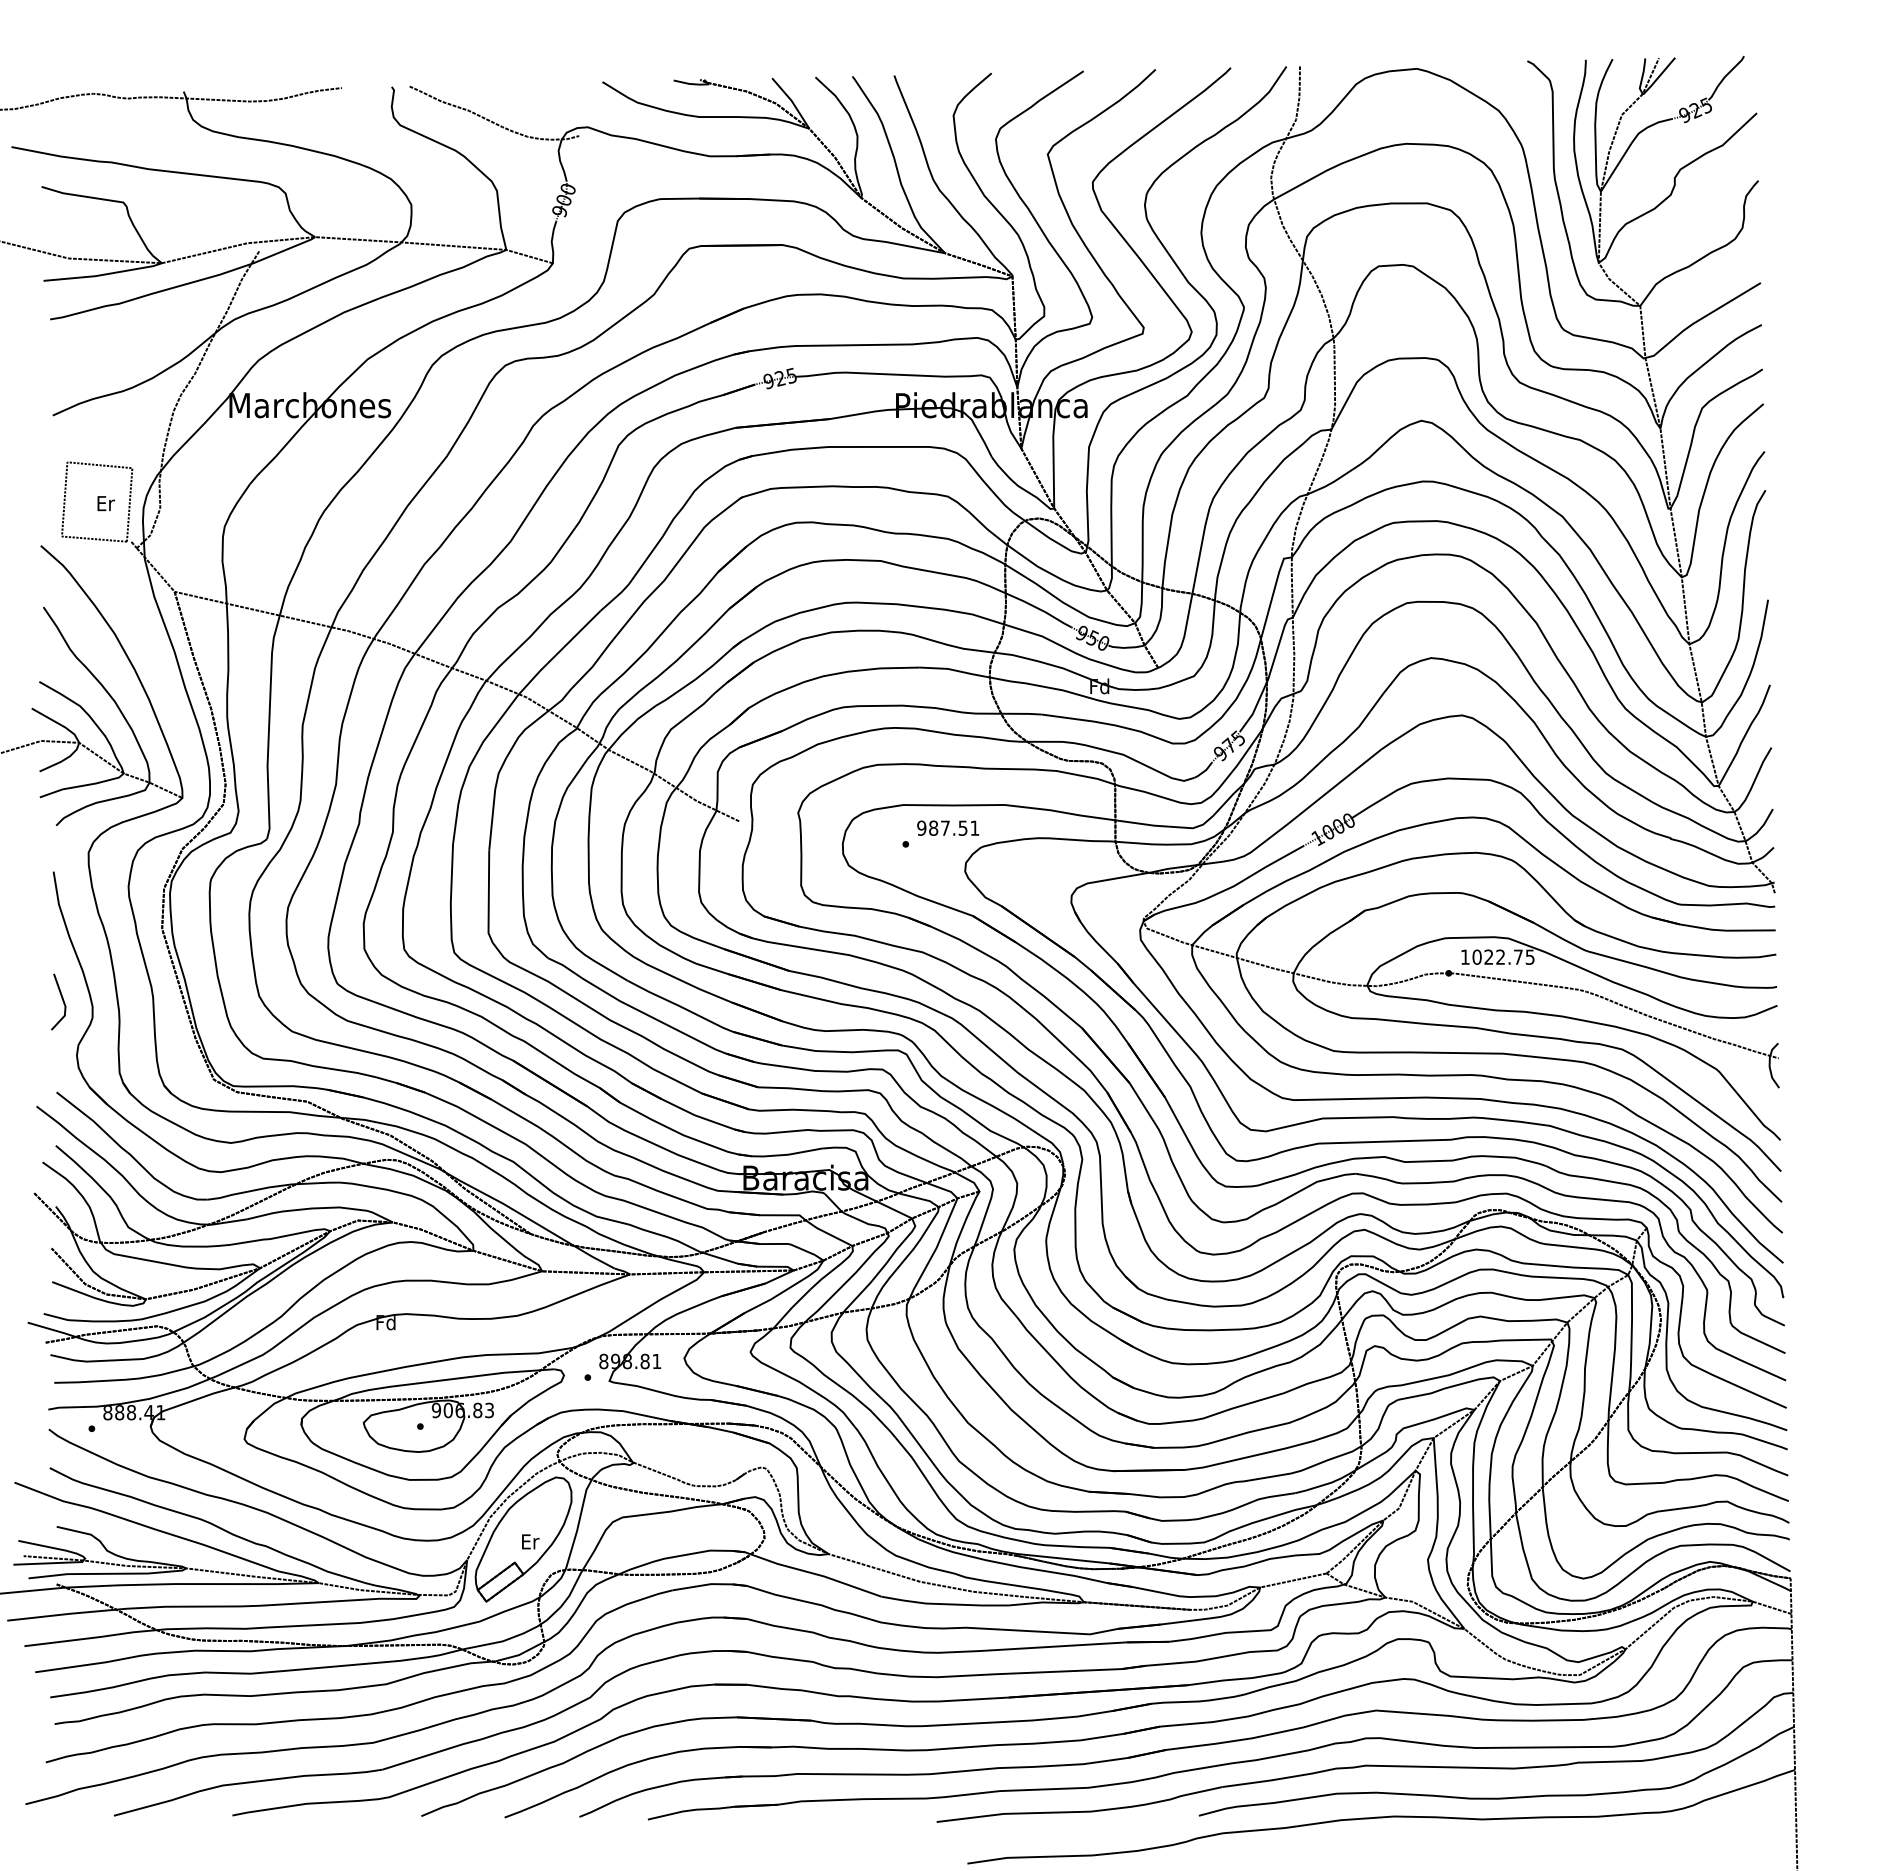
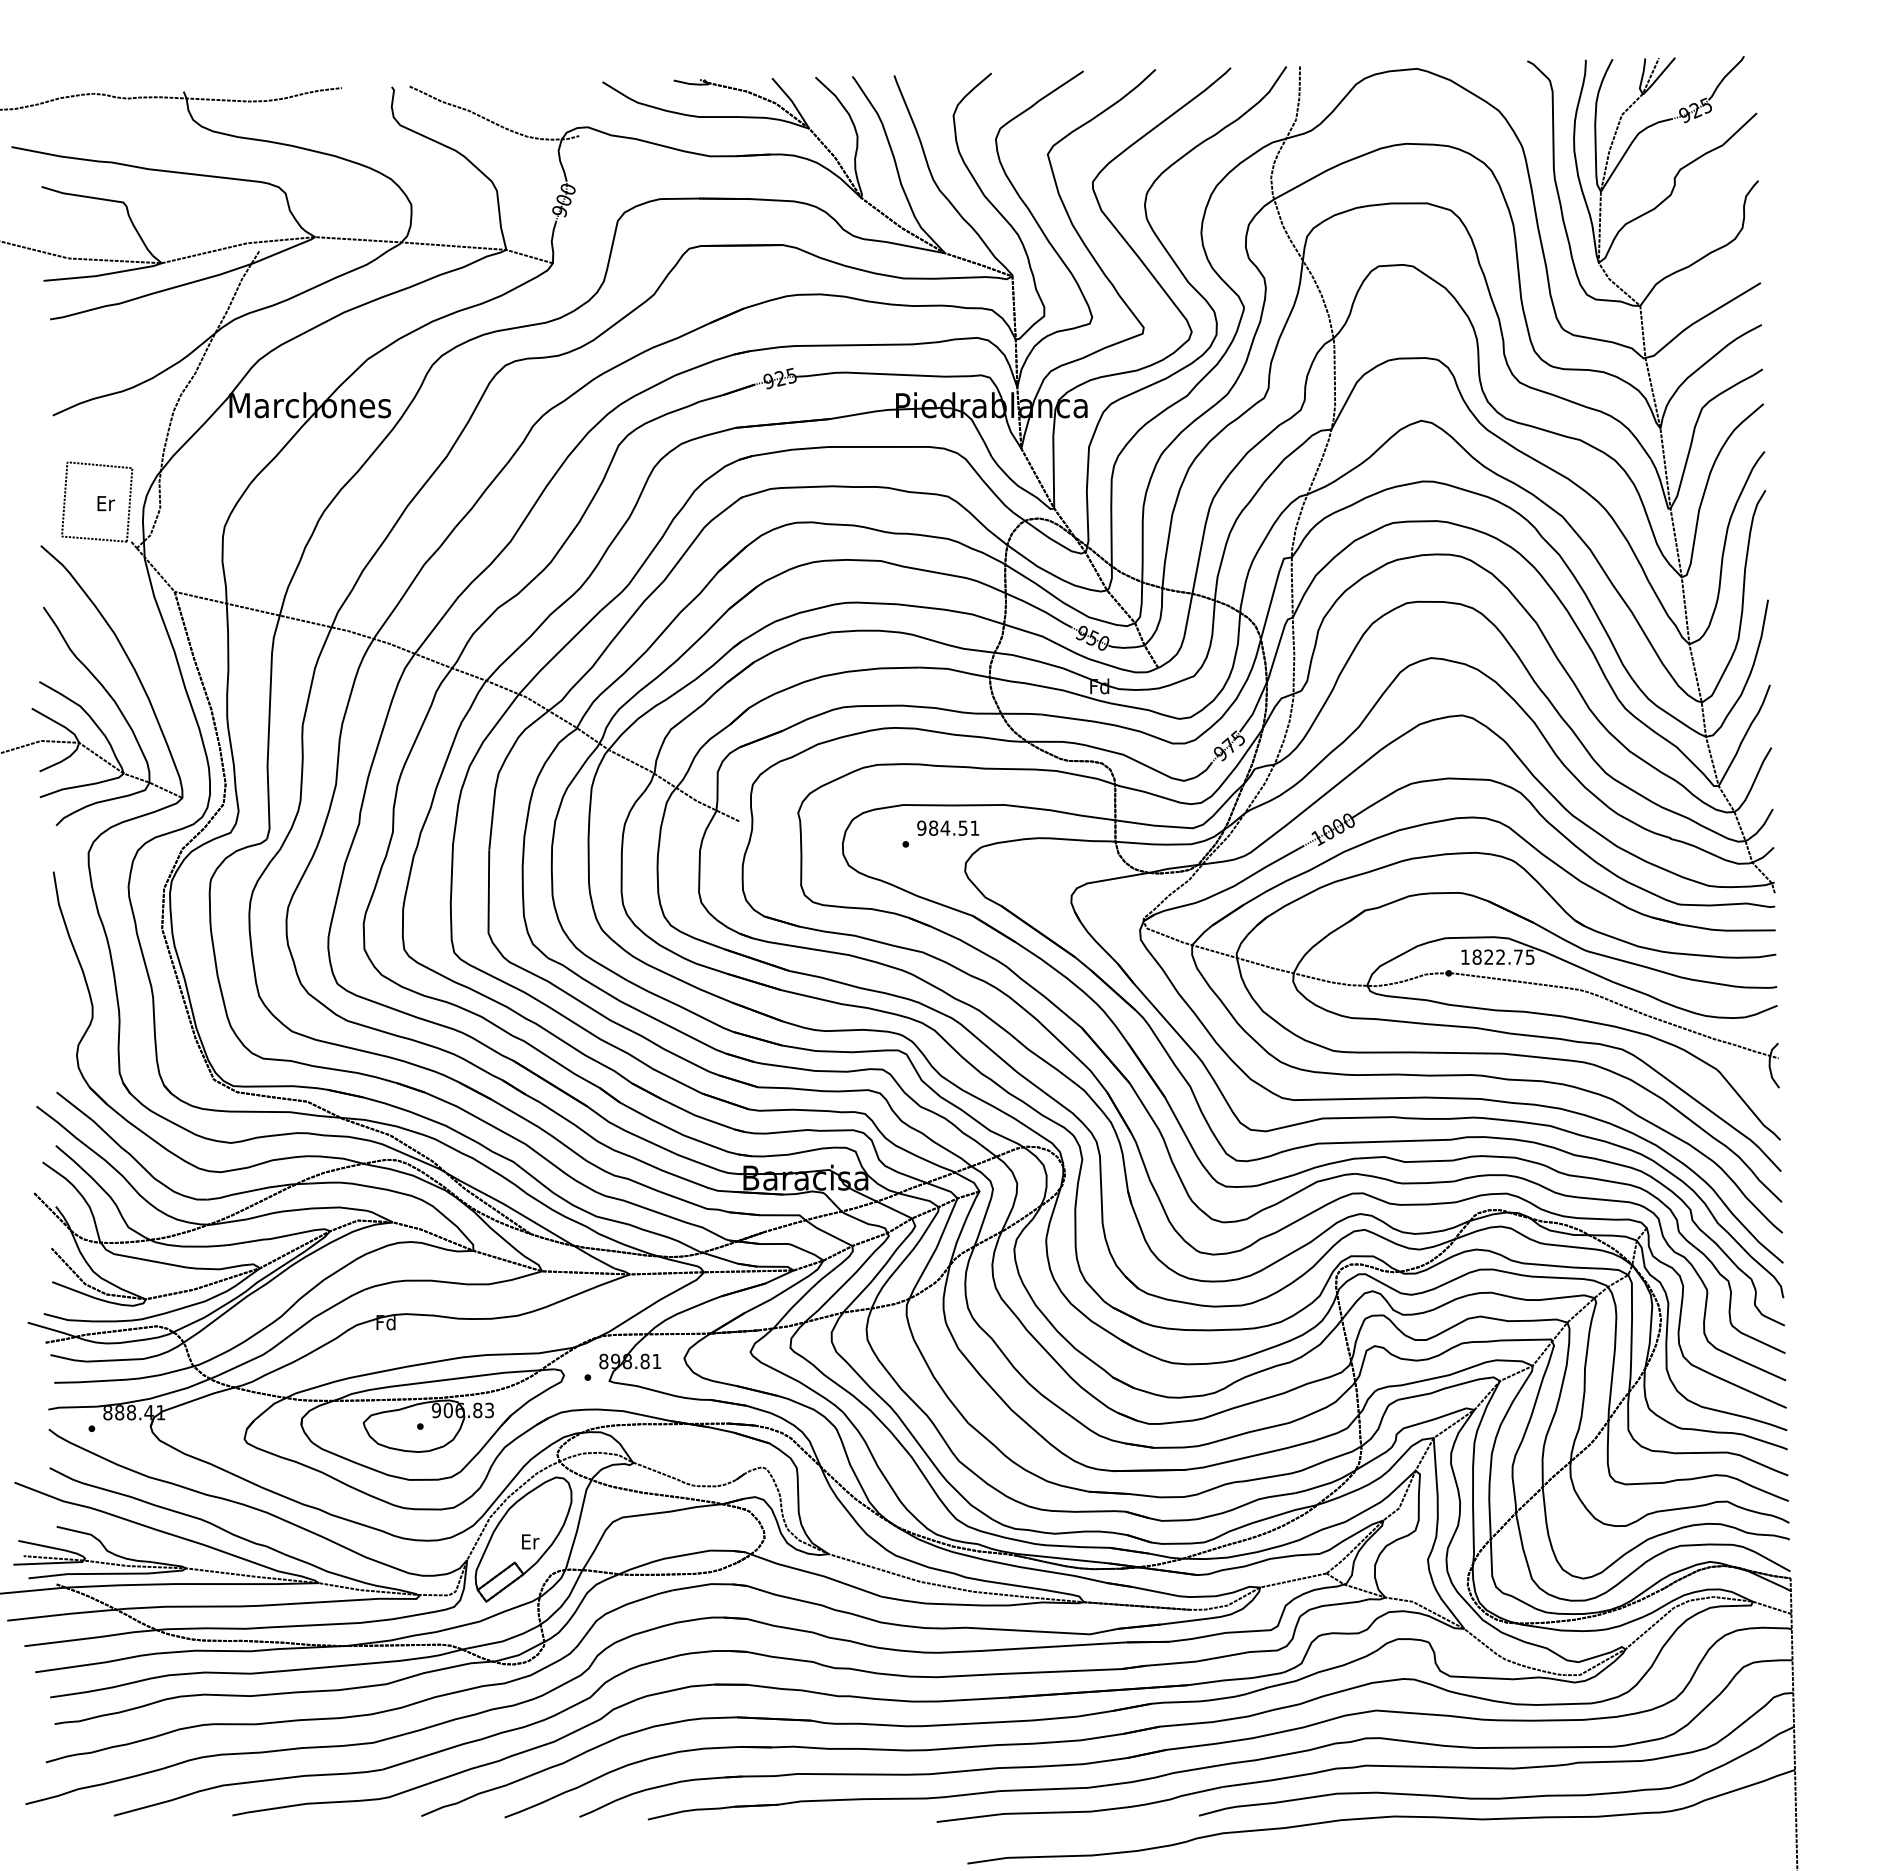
text at (945, 827): 987.51 -> 984.51
text at (1476, 956): 1022.75 -> 1822.75
line at (62, 1001): present -> none
